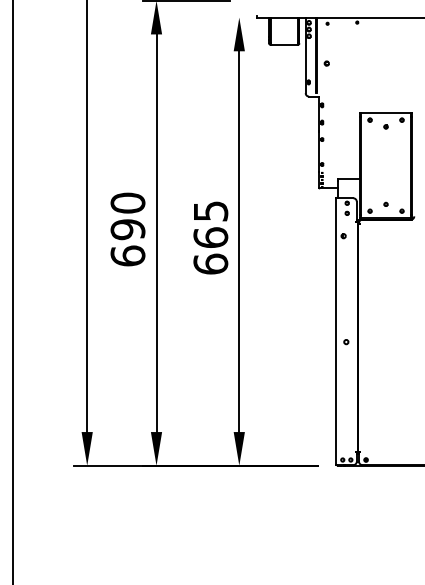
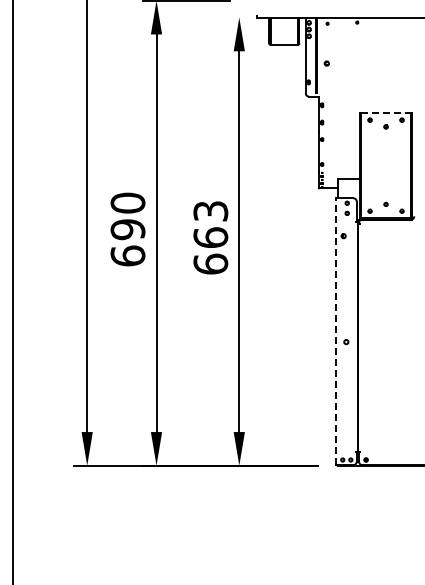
line at (386, 113): solid -> dashed
text at (210, 210): 665 -> 663
line at (335, 331): solid -> dashed
